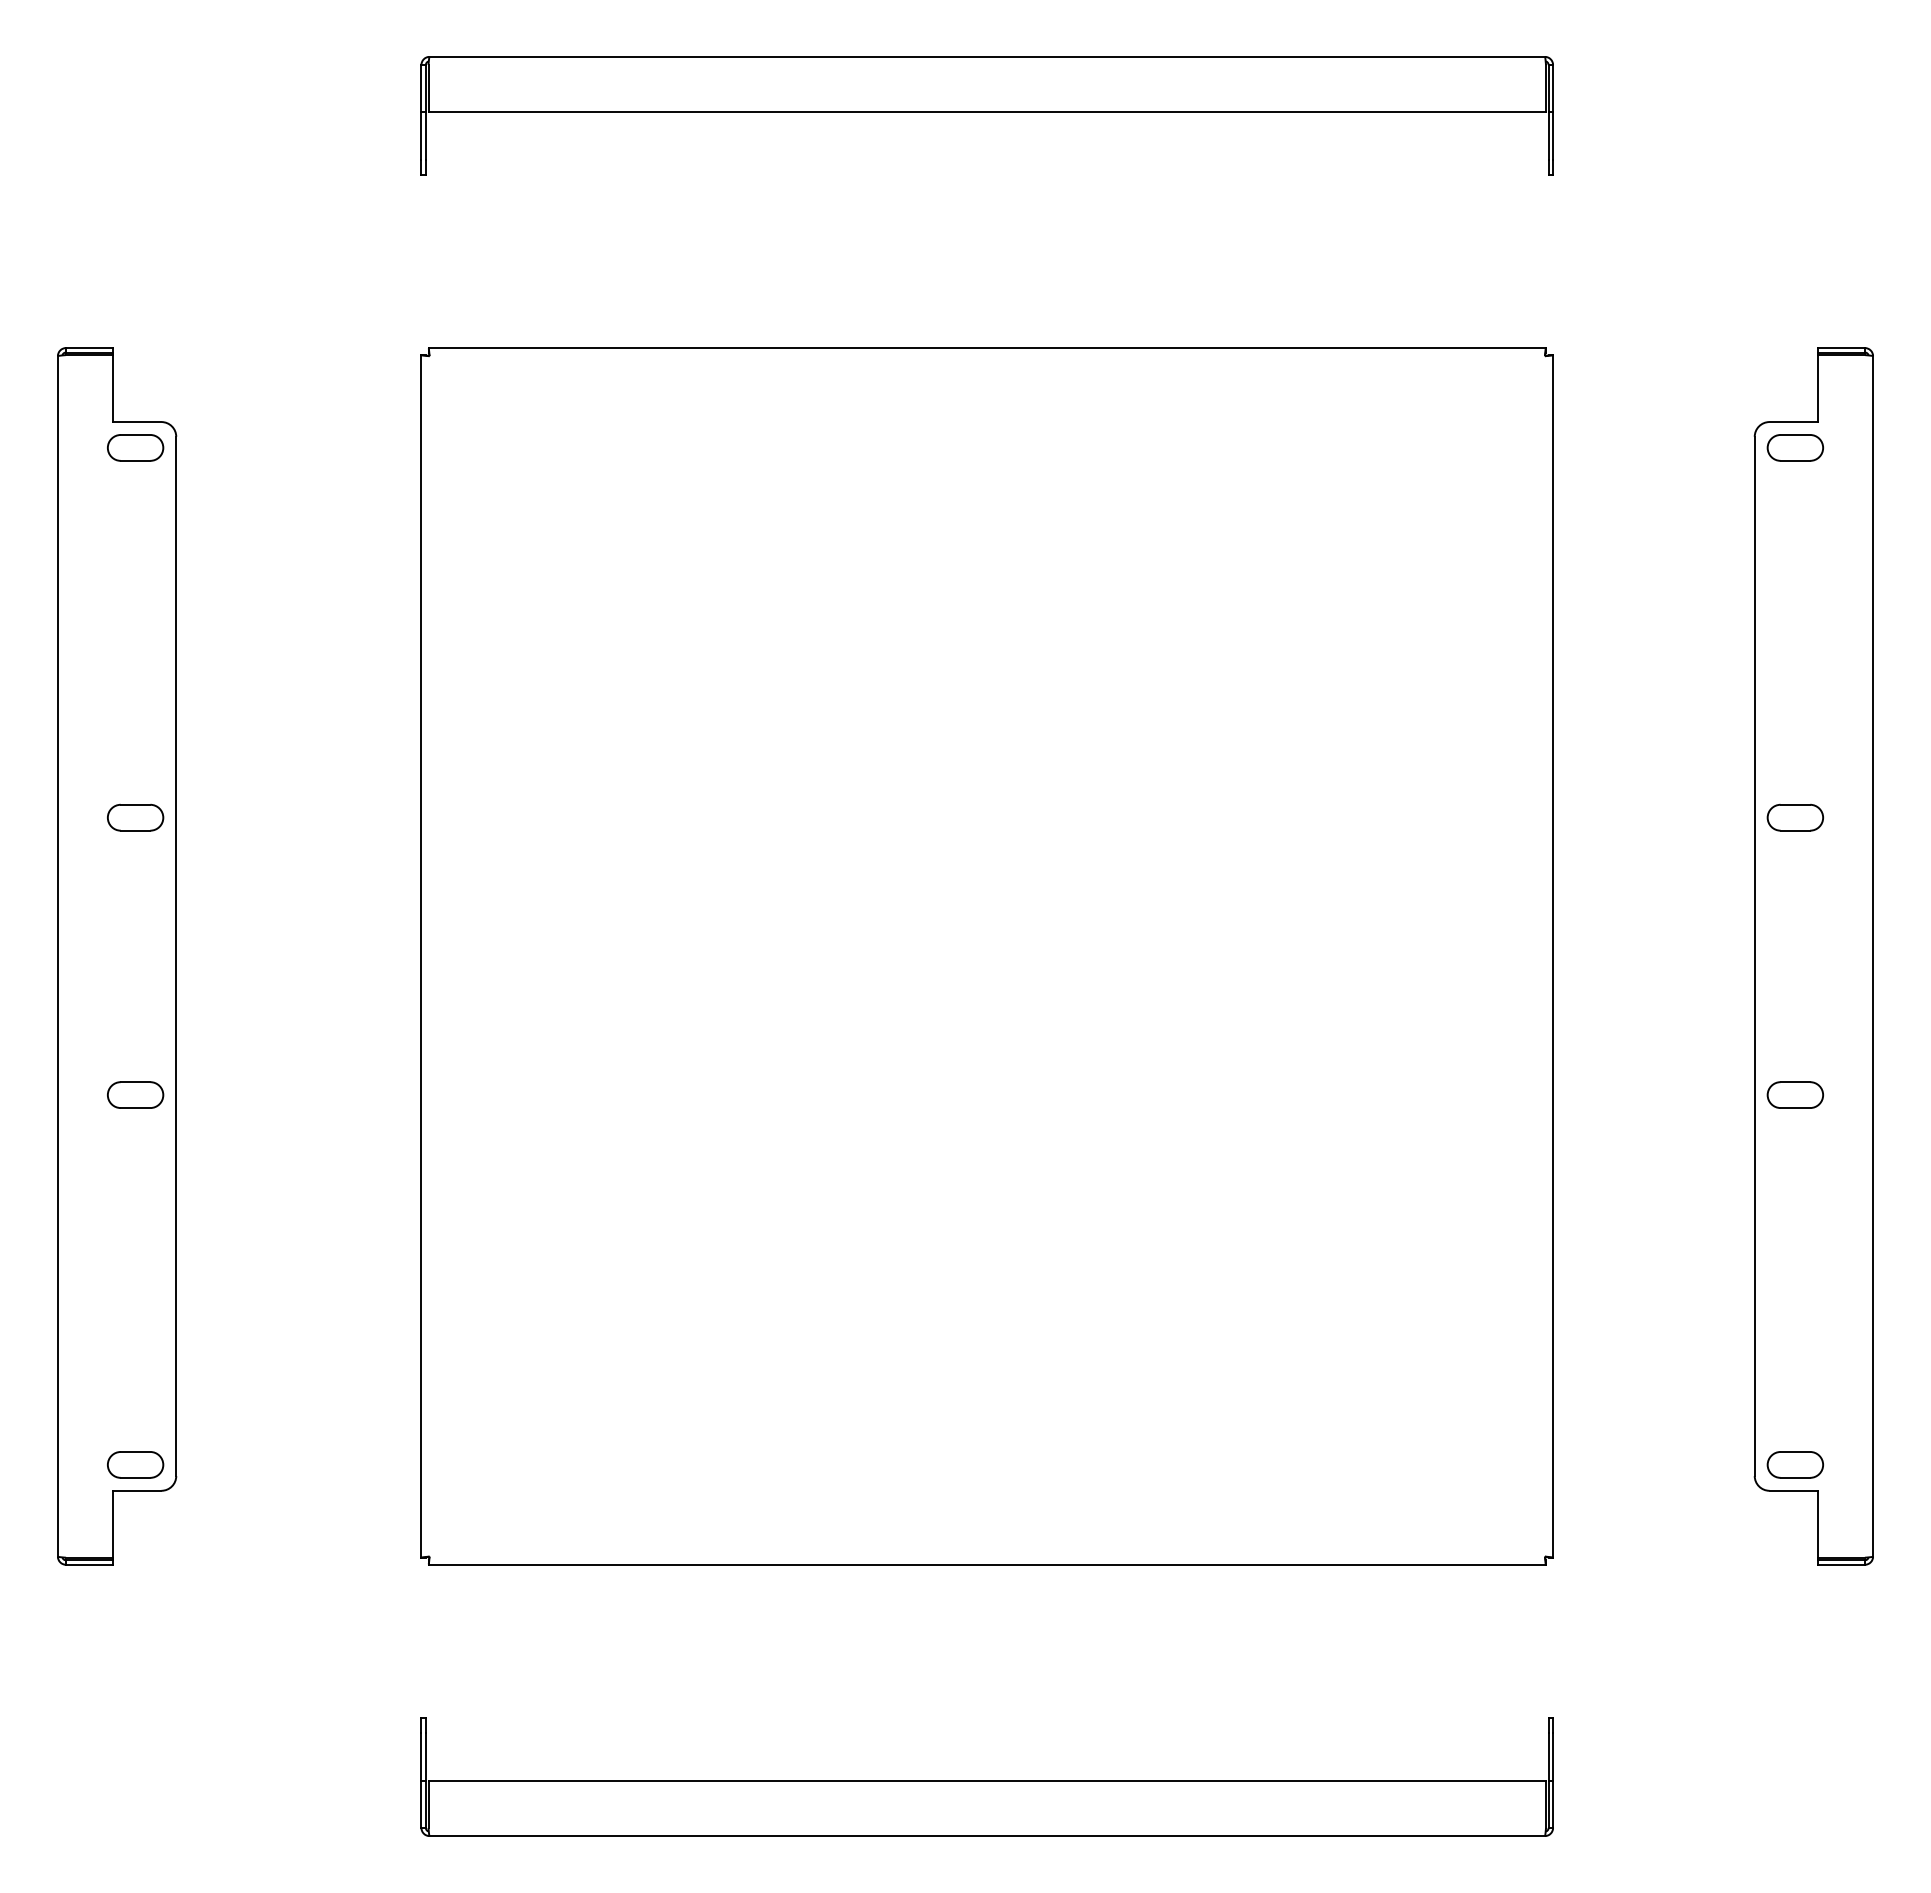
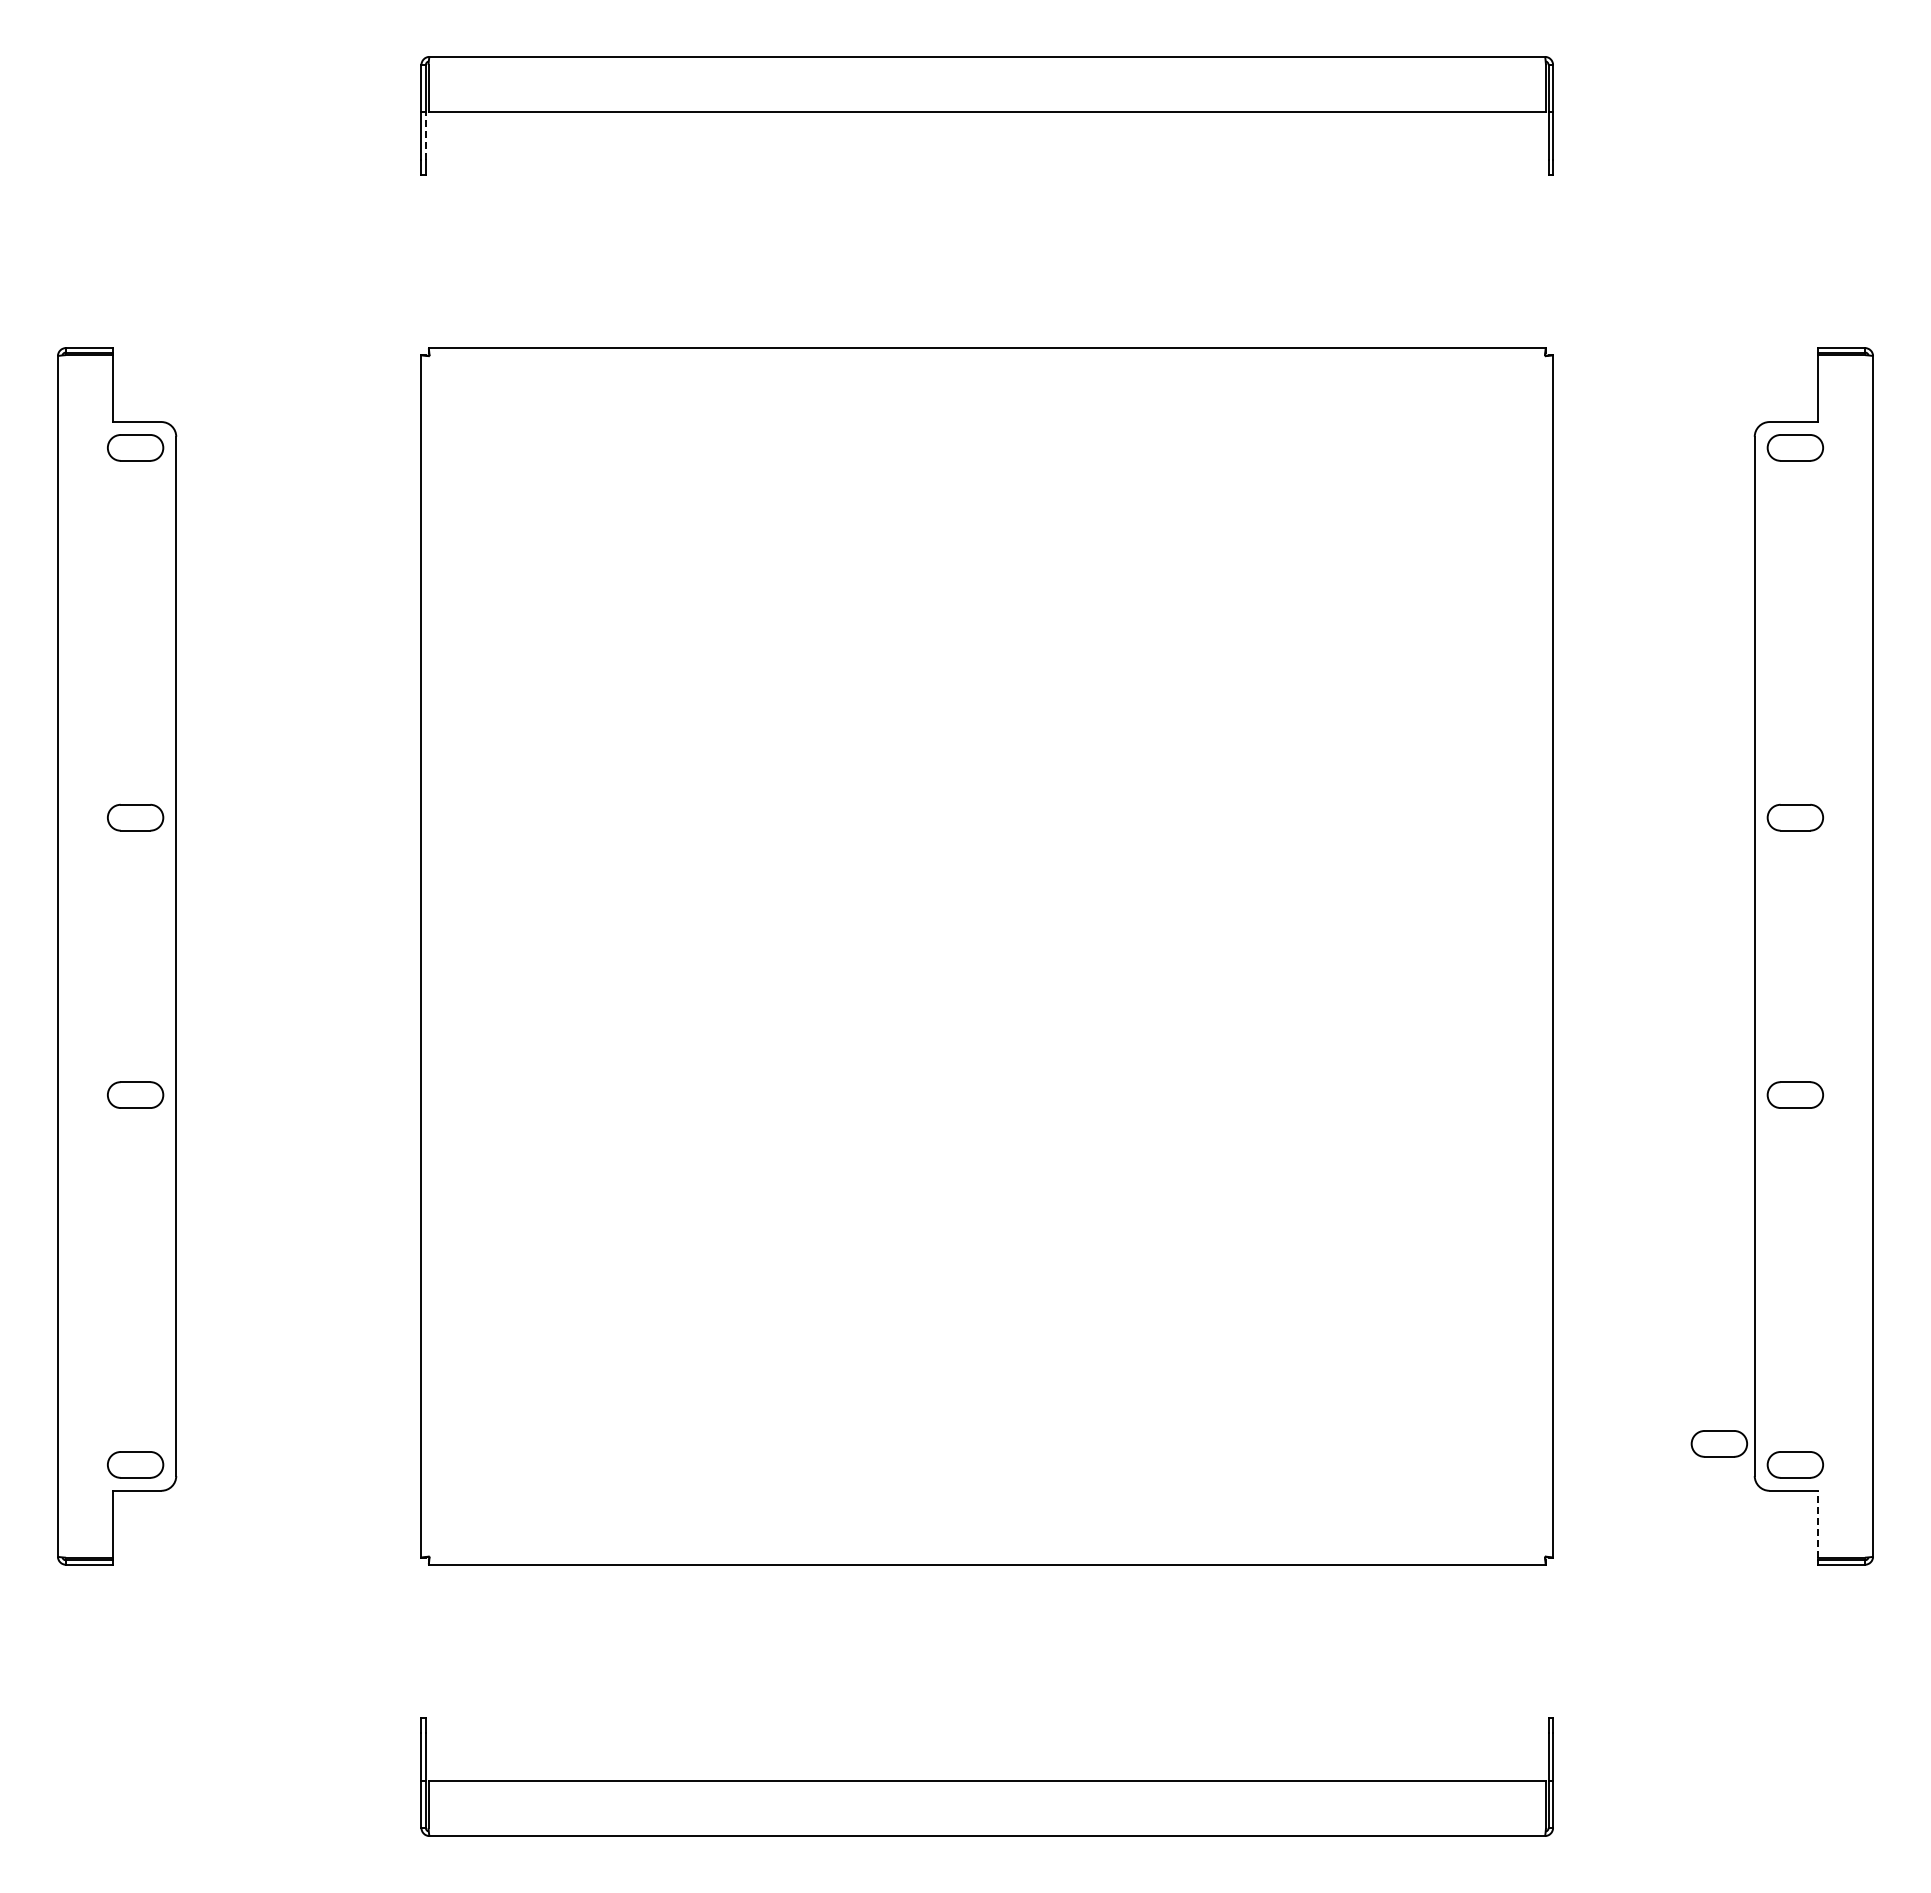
line at (425, 135): solid -> dashed
part at (1718, 1443): none -> present
line at (1817, 1523): solid -> dashed
